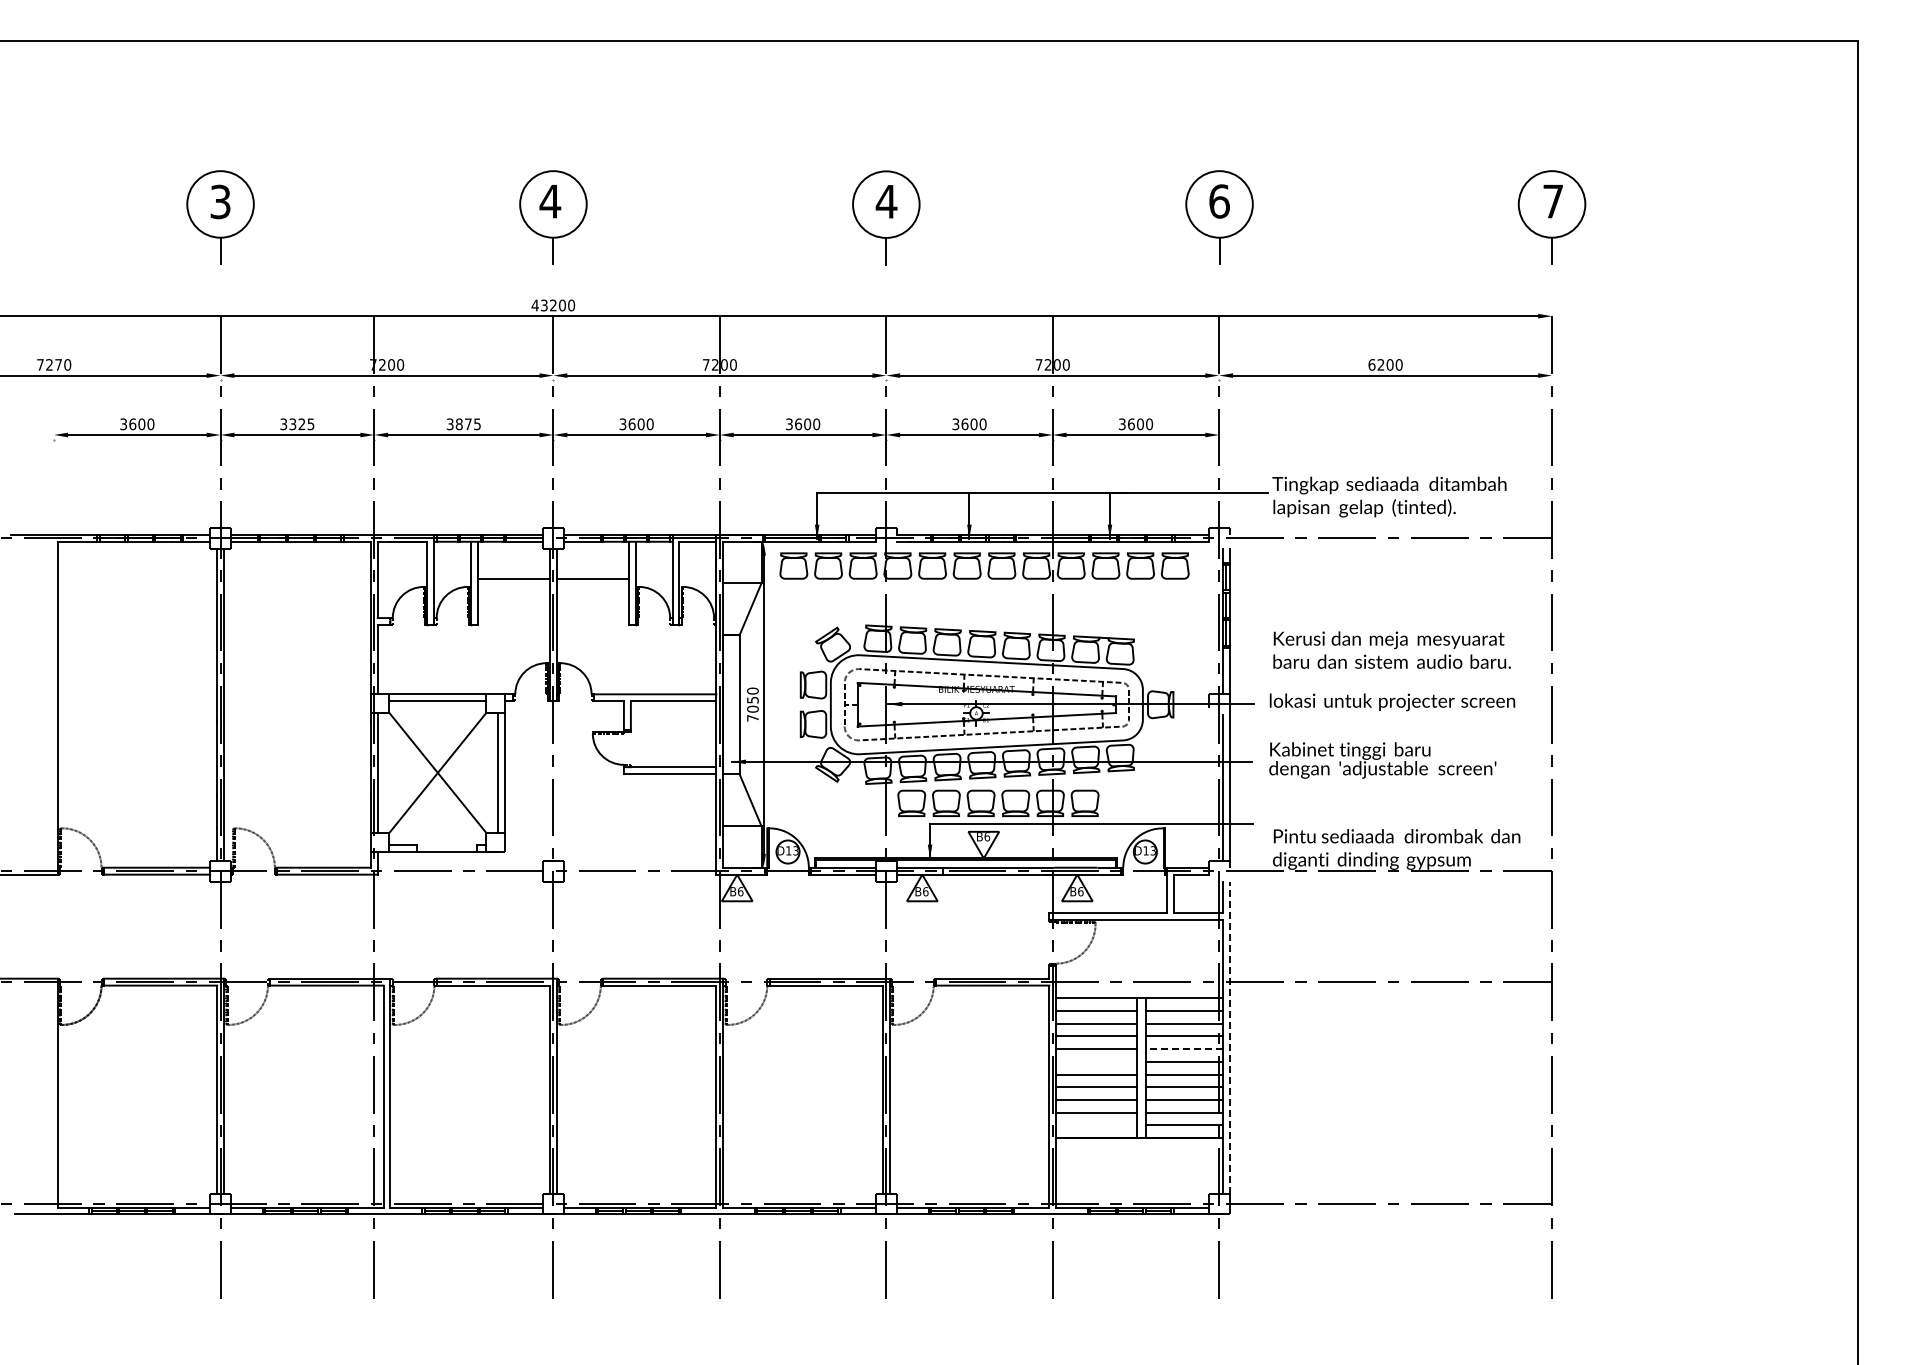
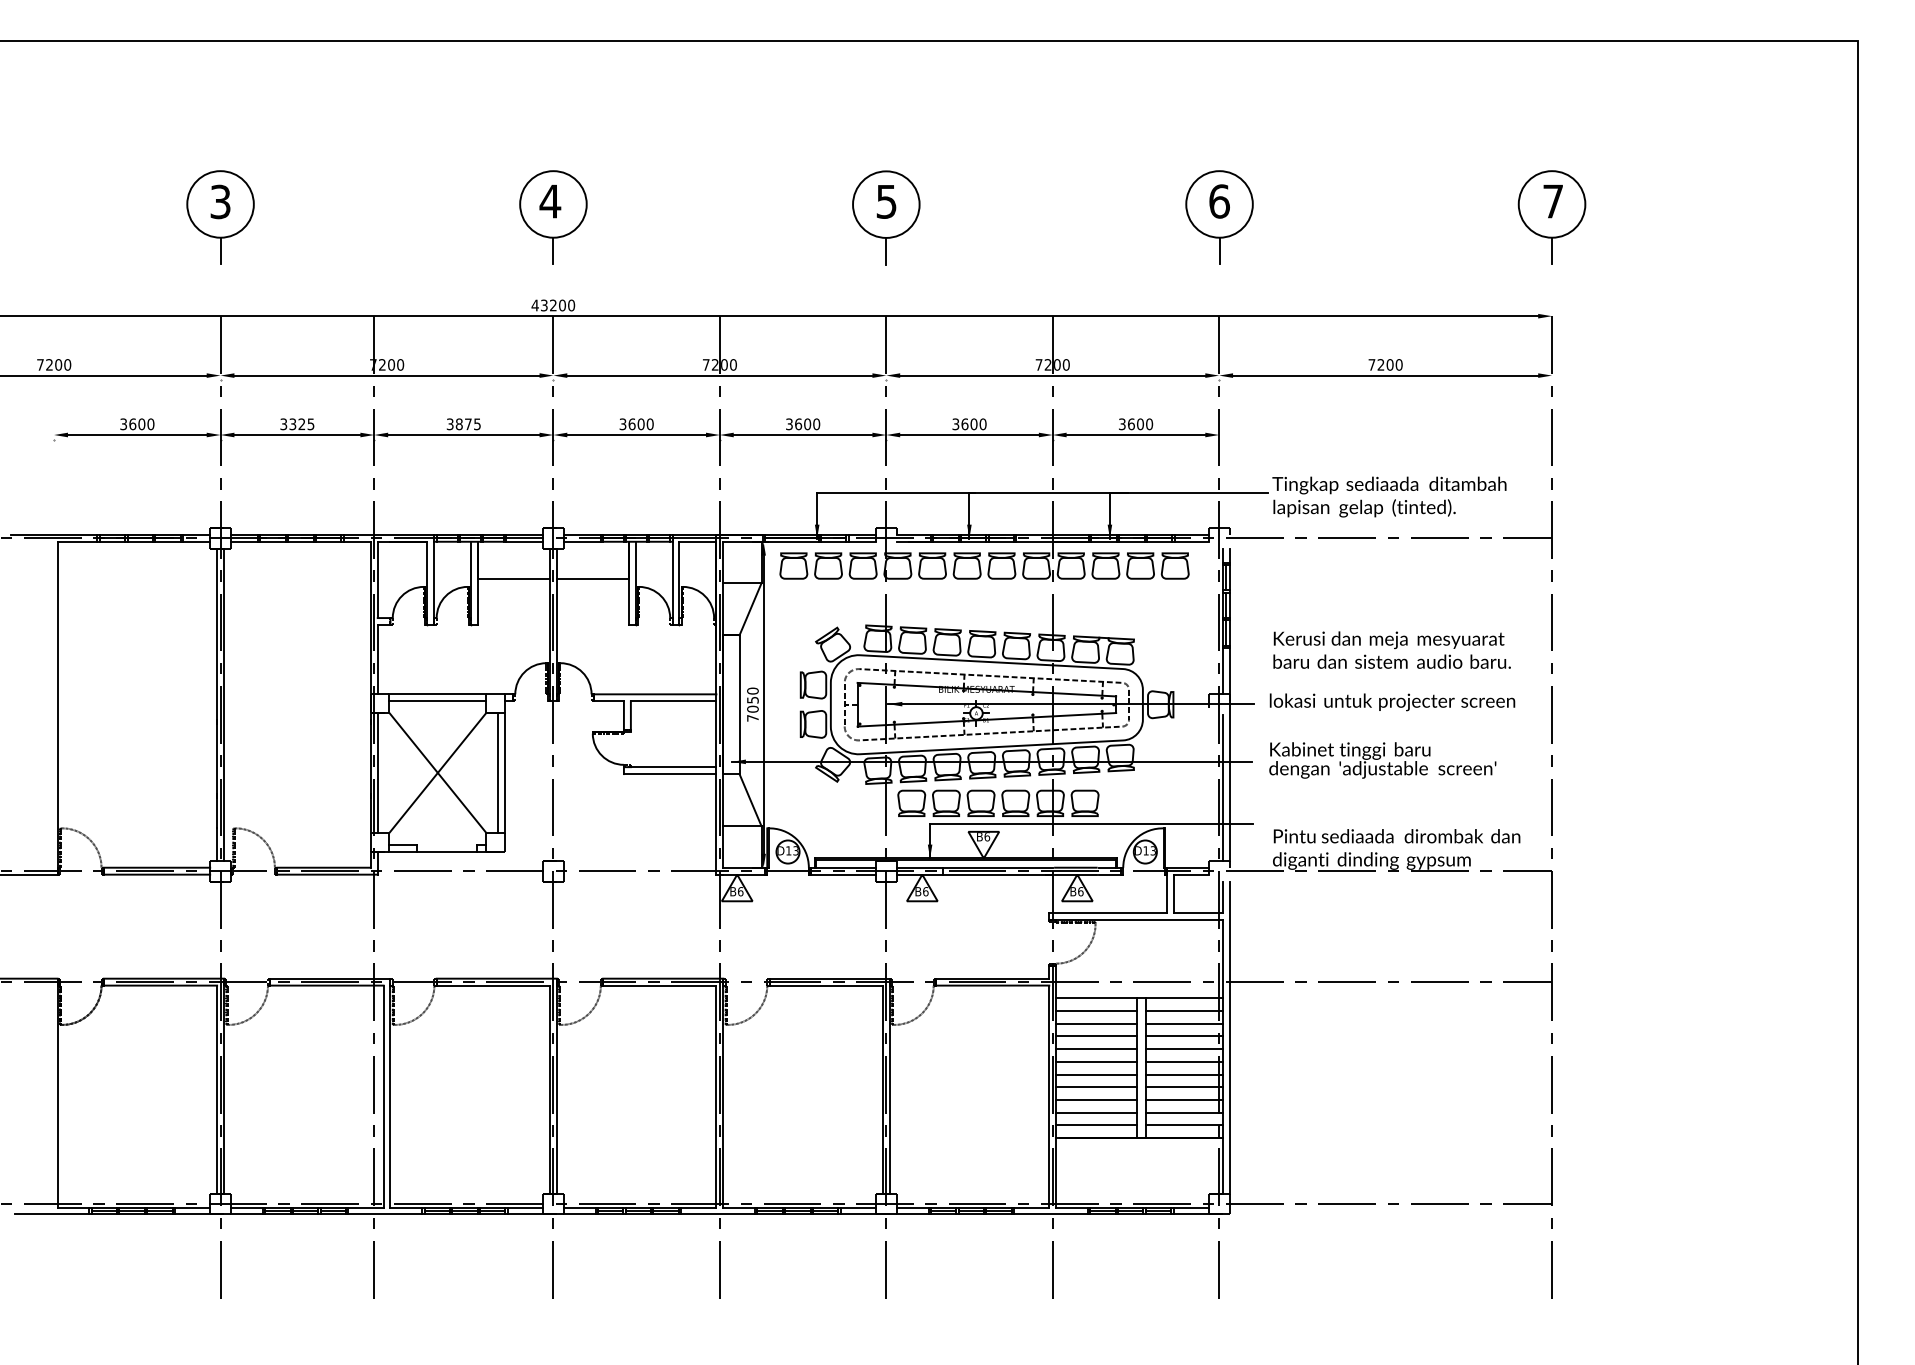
text at (886, 201): 4 -> 5
text at (58, 364): 7270 -> 7200
text at (1371, 364): 6200 -> 7200
line at (1229, 1037): dashed -> solid
line at (1183, 1049): dashed -> solid
line at (1096, 1061): none -> present
line at (1096, 1125): none -> present
